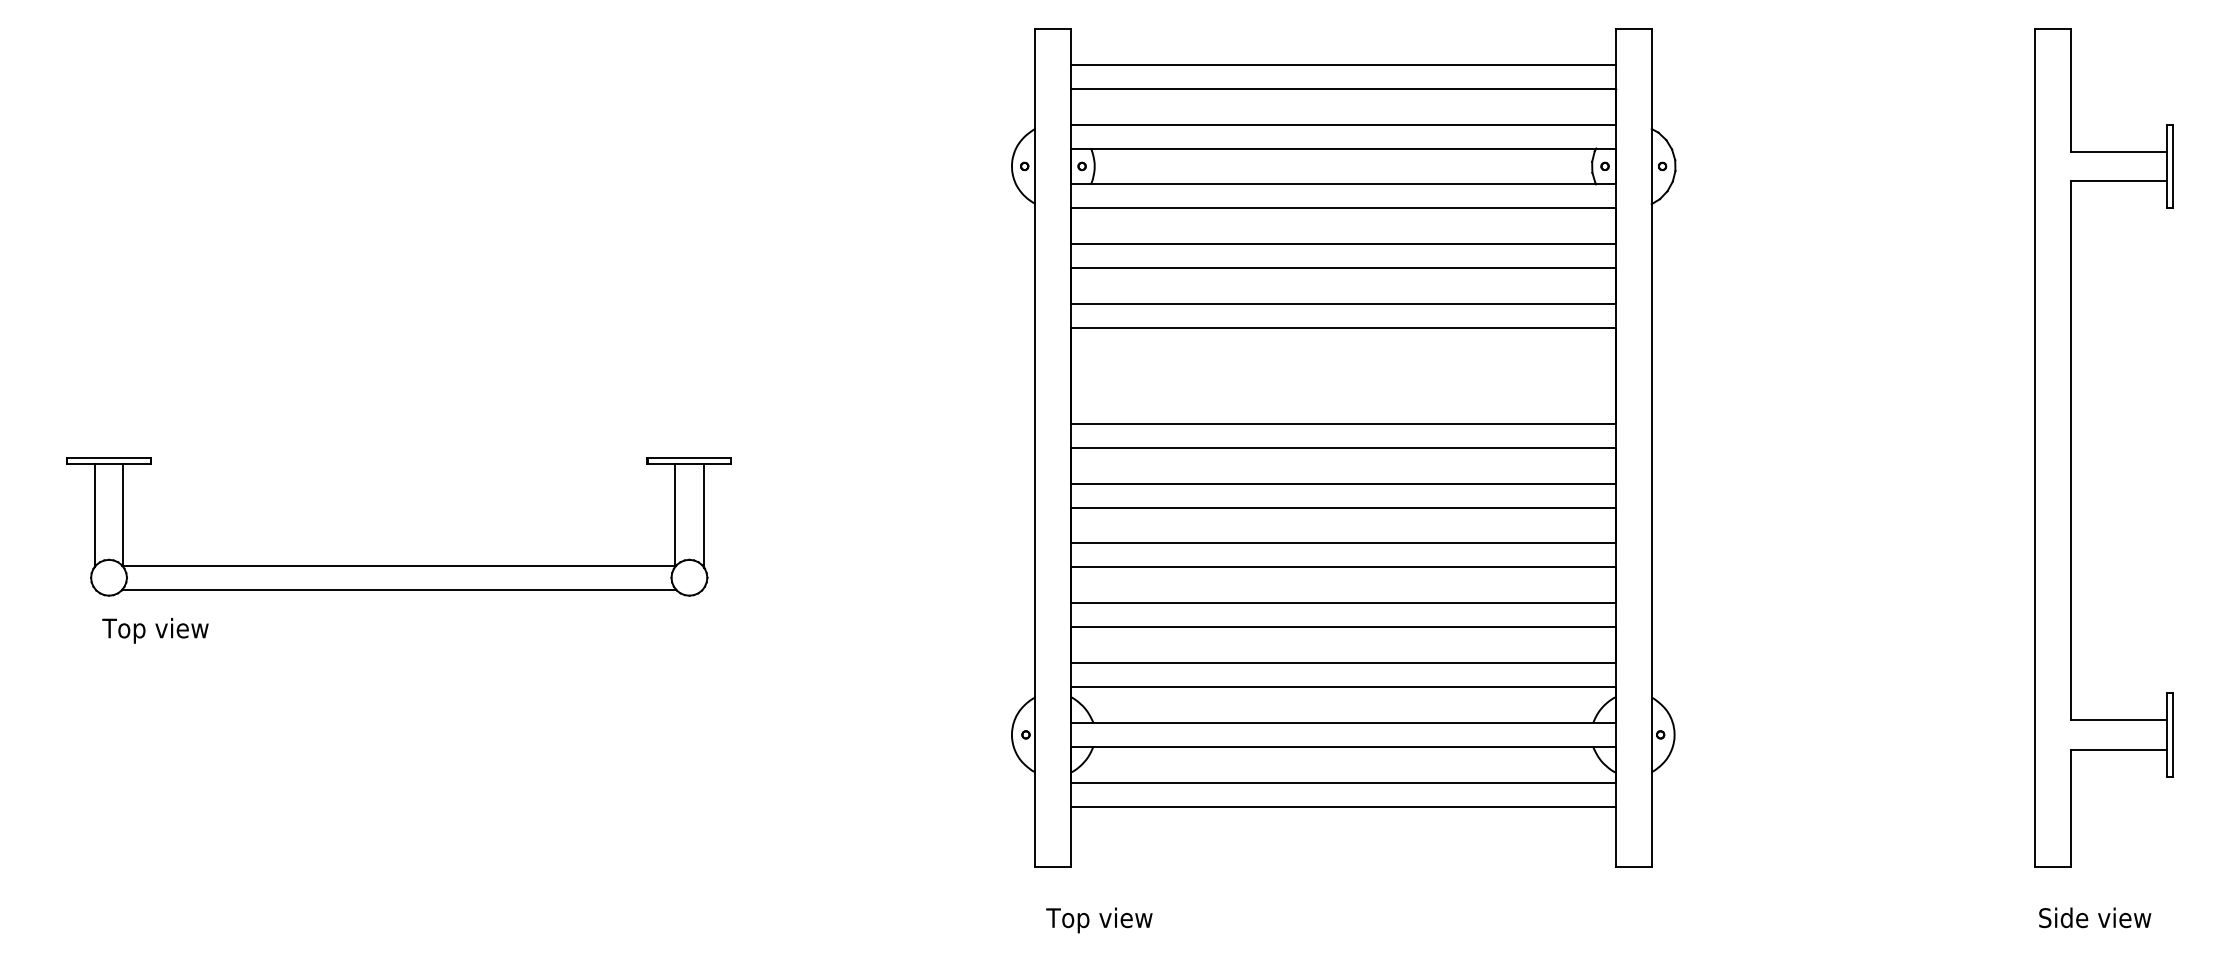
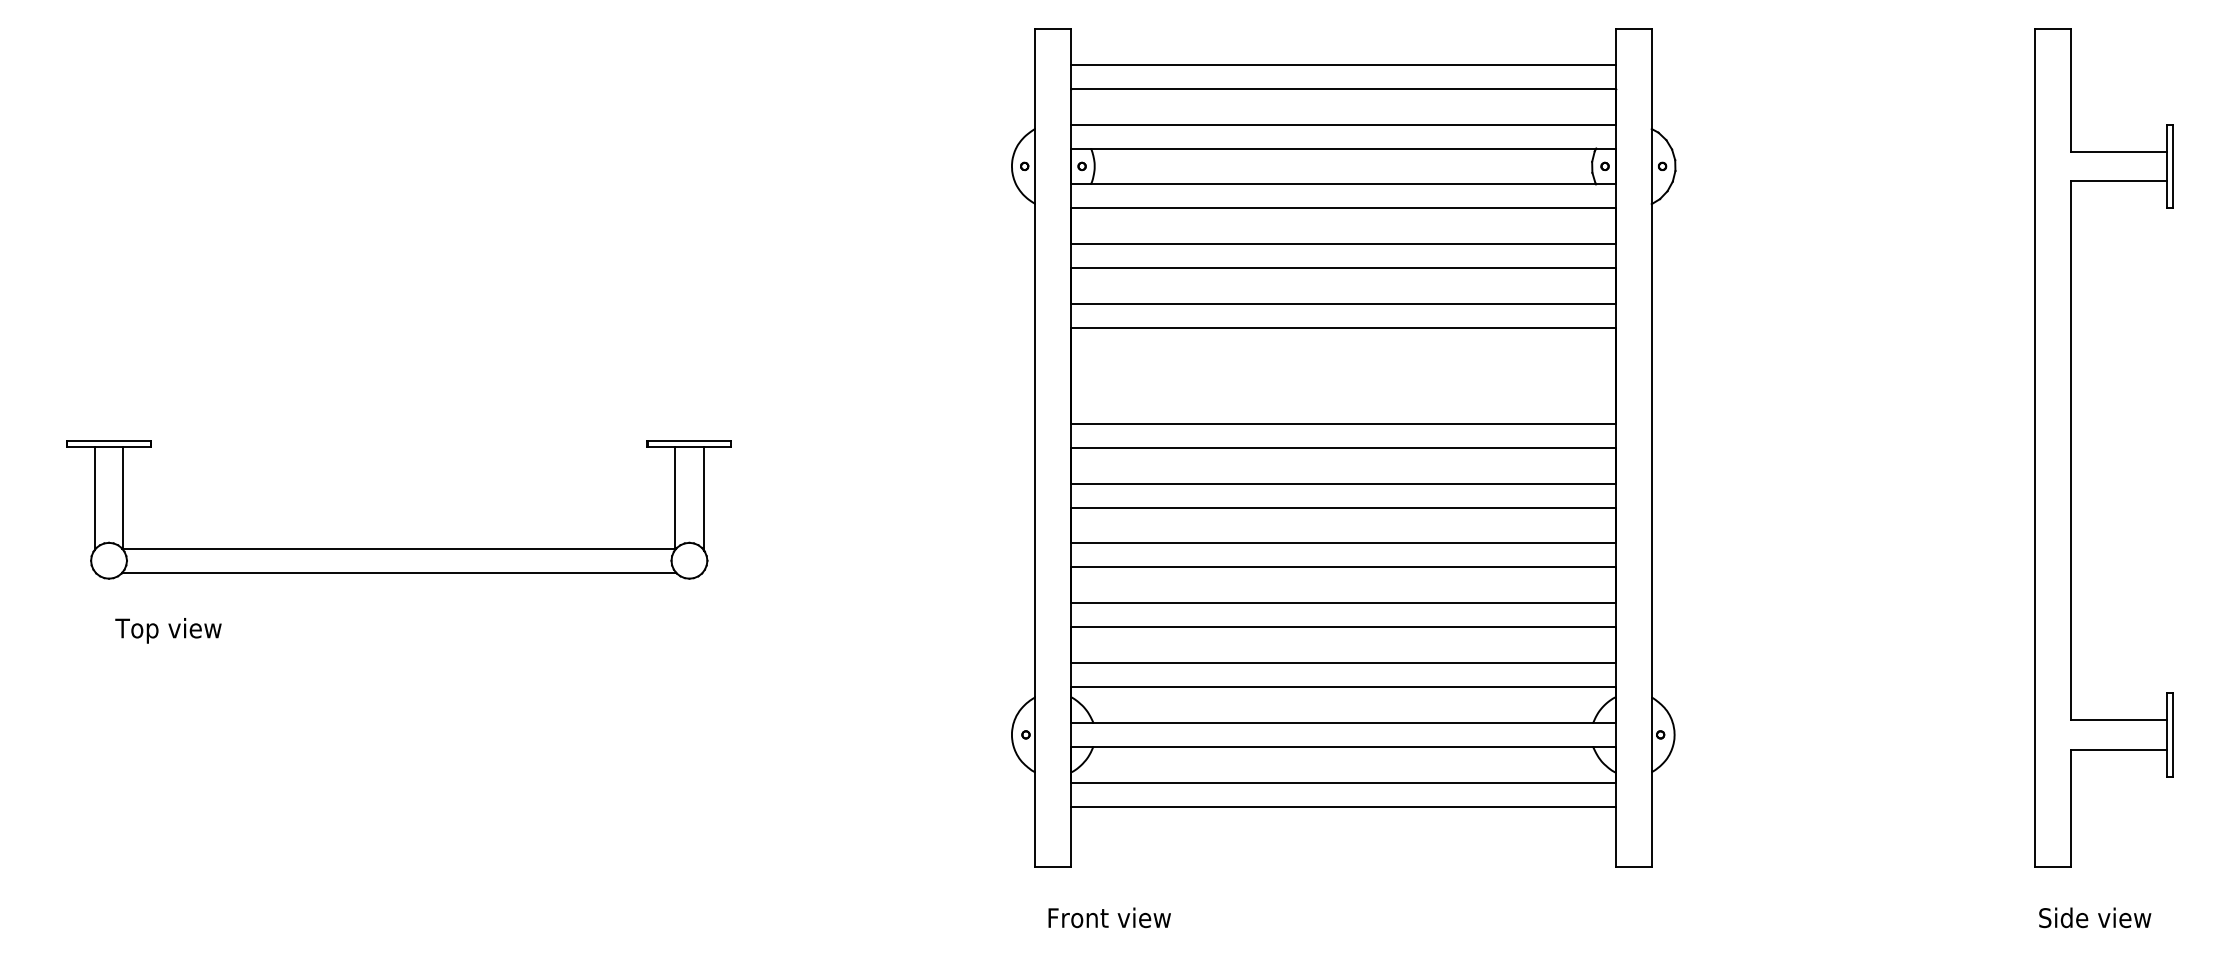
part at (398, 565) position: (398, 565) -> (398, 548)
text at (155, 630) position: (155, 630) -> (168, 630)
text at (1108, 920): Top view -> Front view
